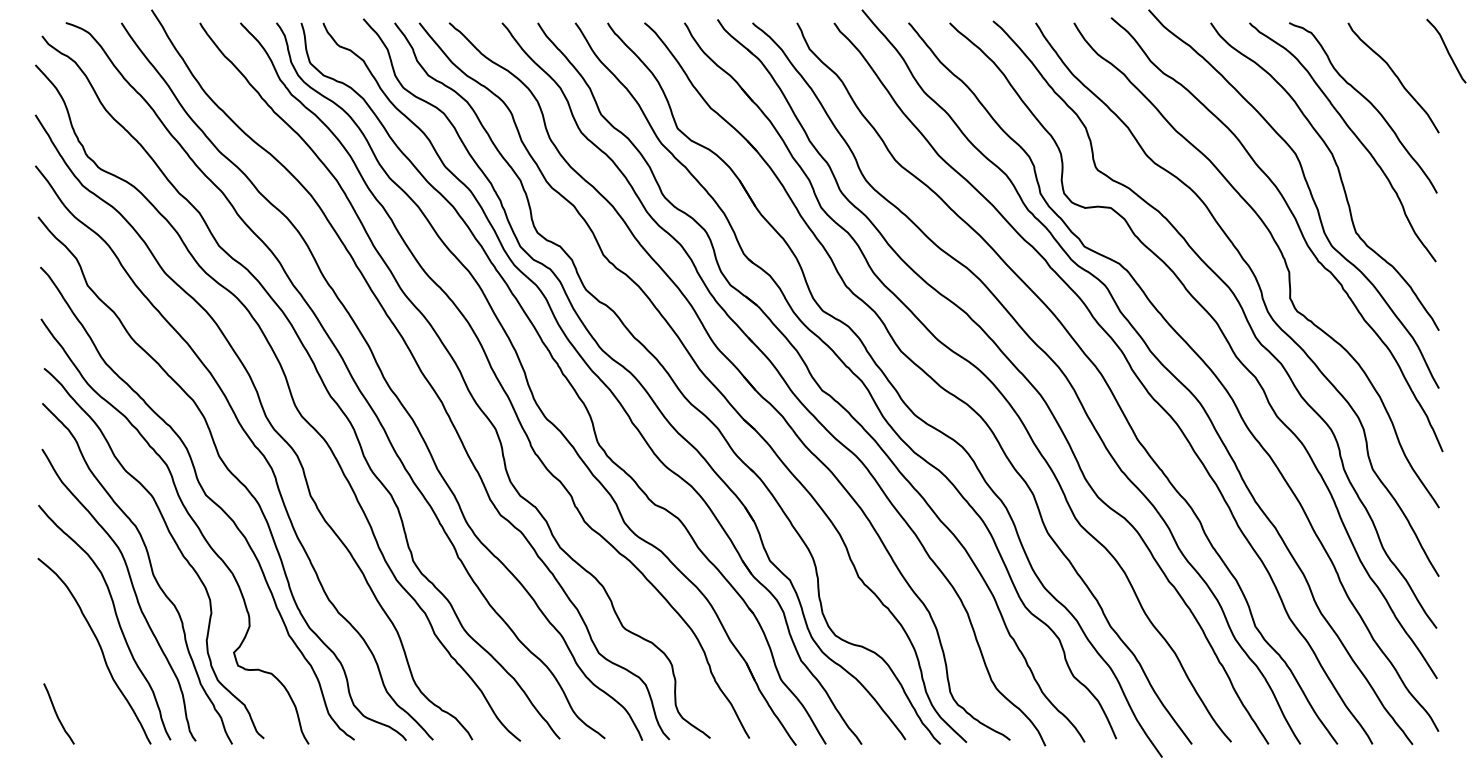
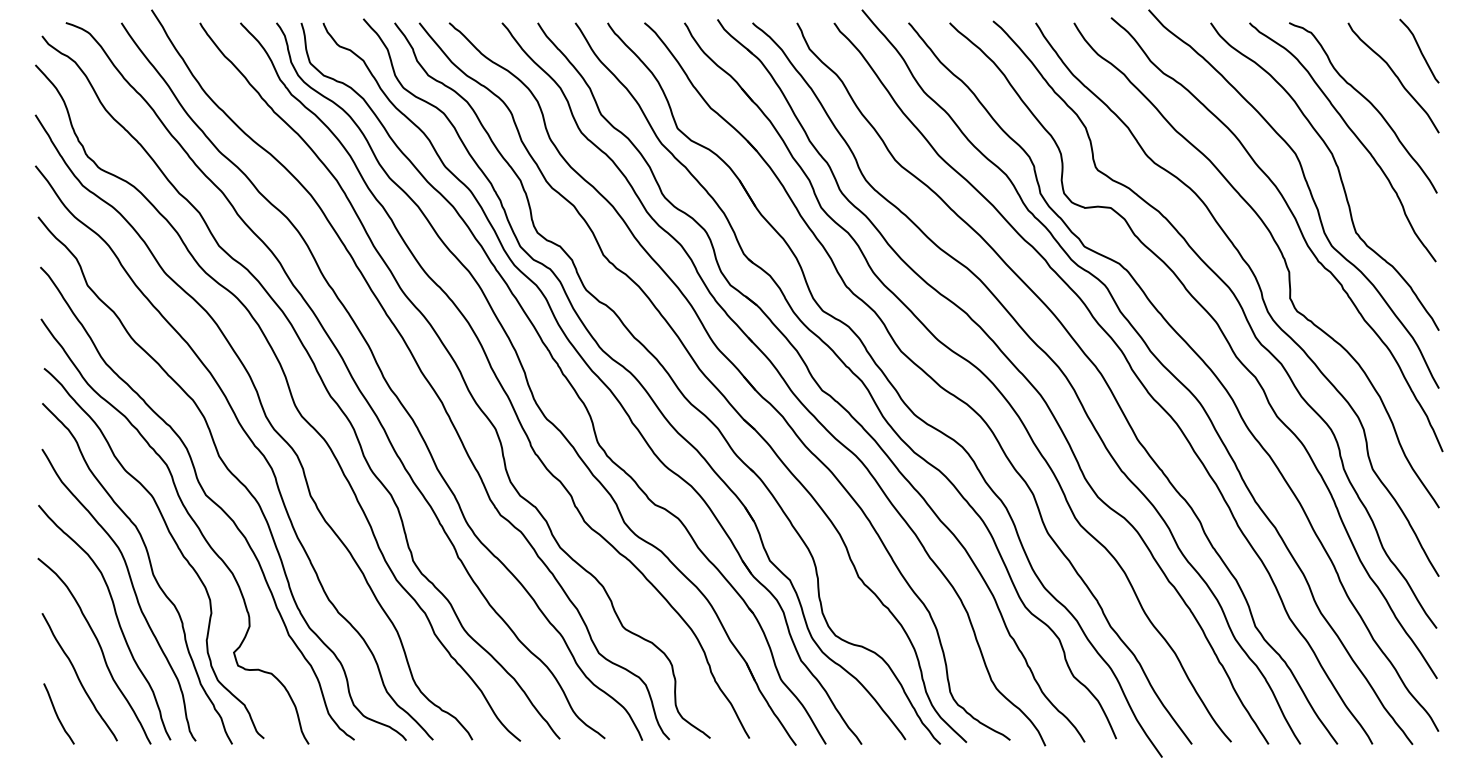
curve at (1446, 50) position: (1446, 50) -> (1419, 50)
curve at (79, 677): none -> present
